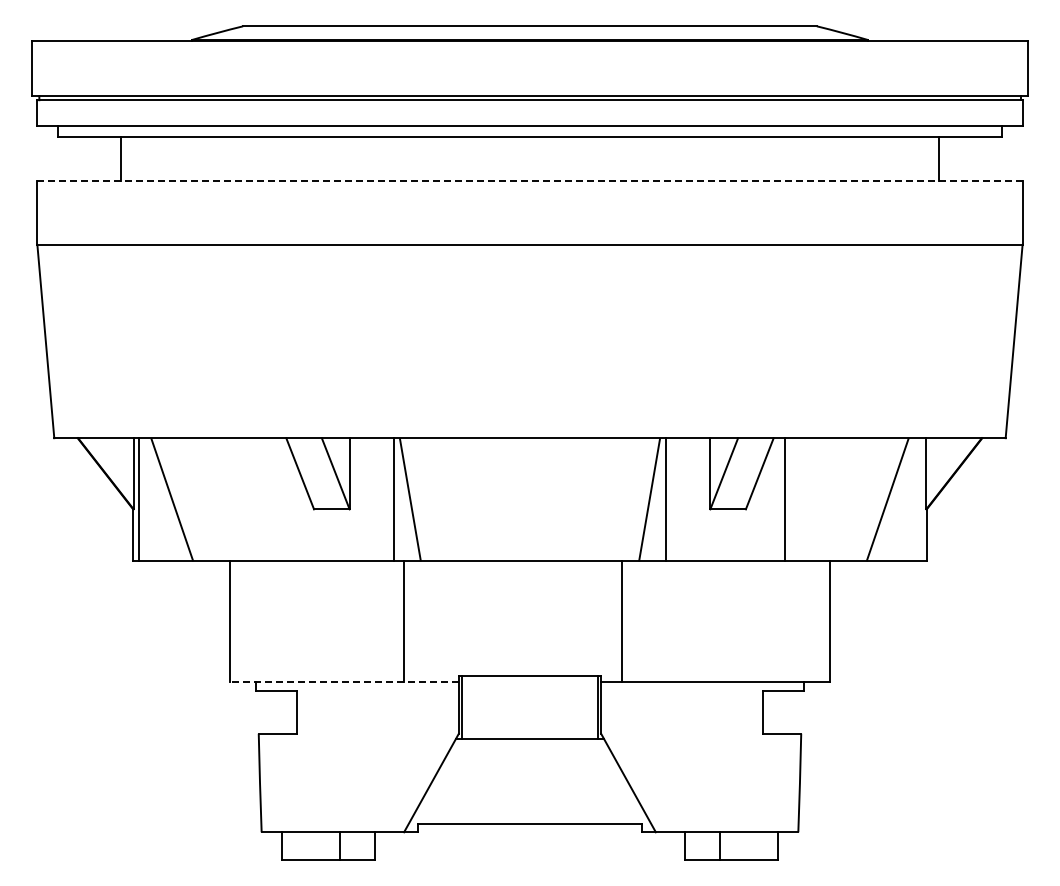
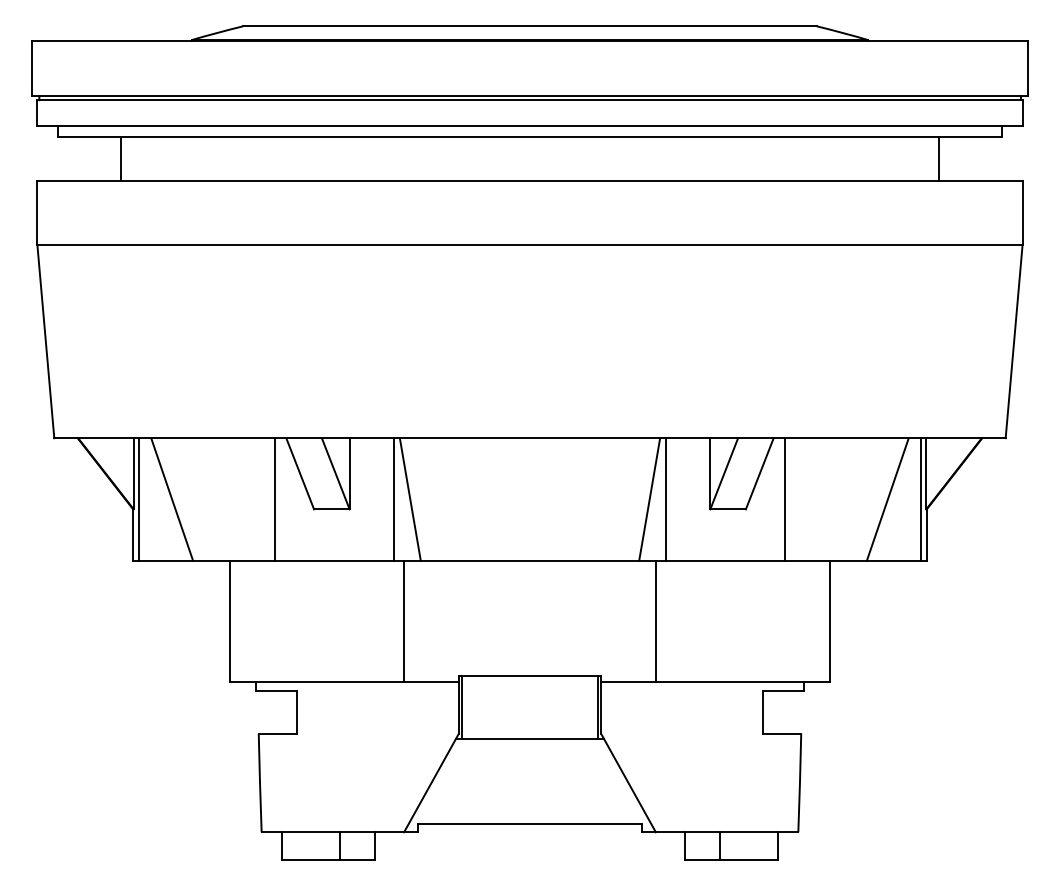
line at (529, 180): dashed -> solid
line at (275, 499): none -> present
line at (920, 499): none -> present
line at (622, 621) position: (622, 621) -> (656, 621)
line at (344, 681): dashed -> solid
